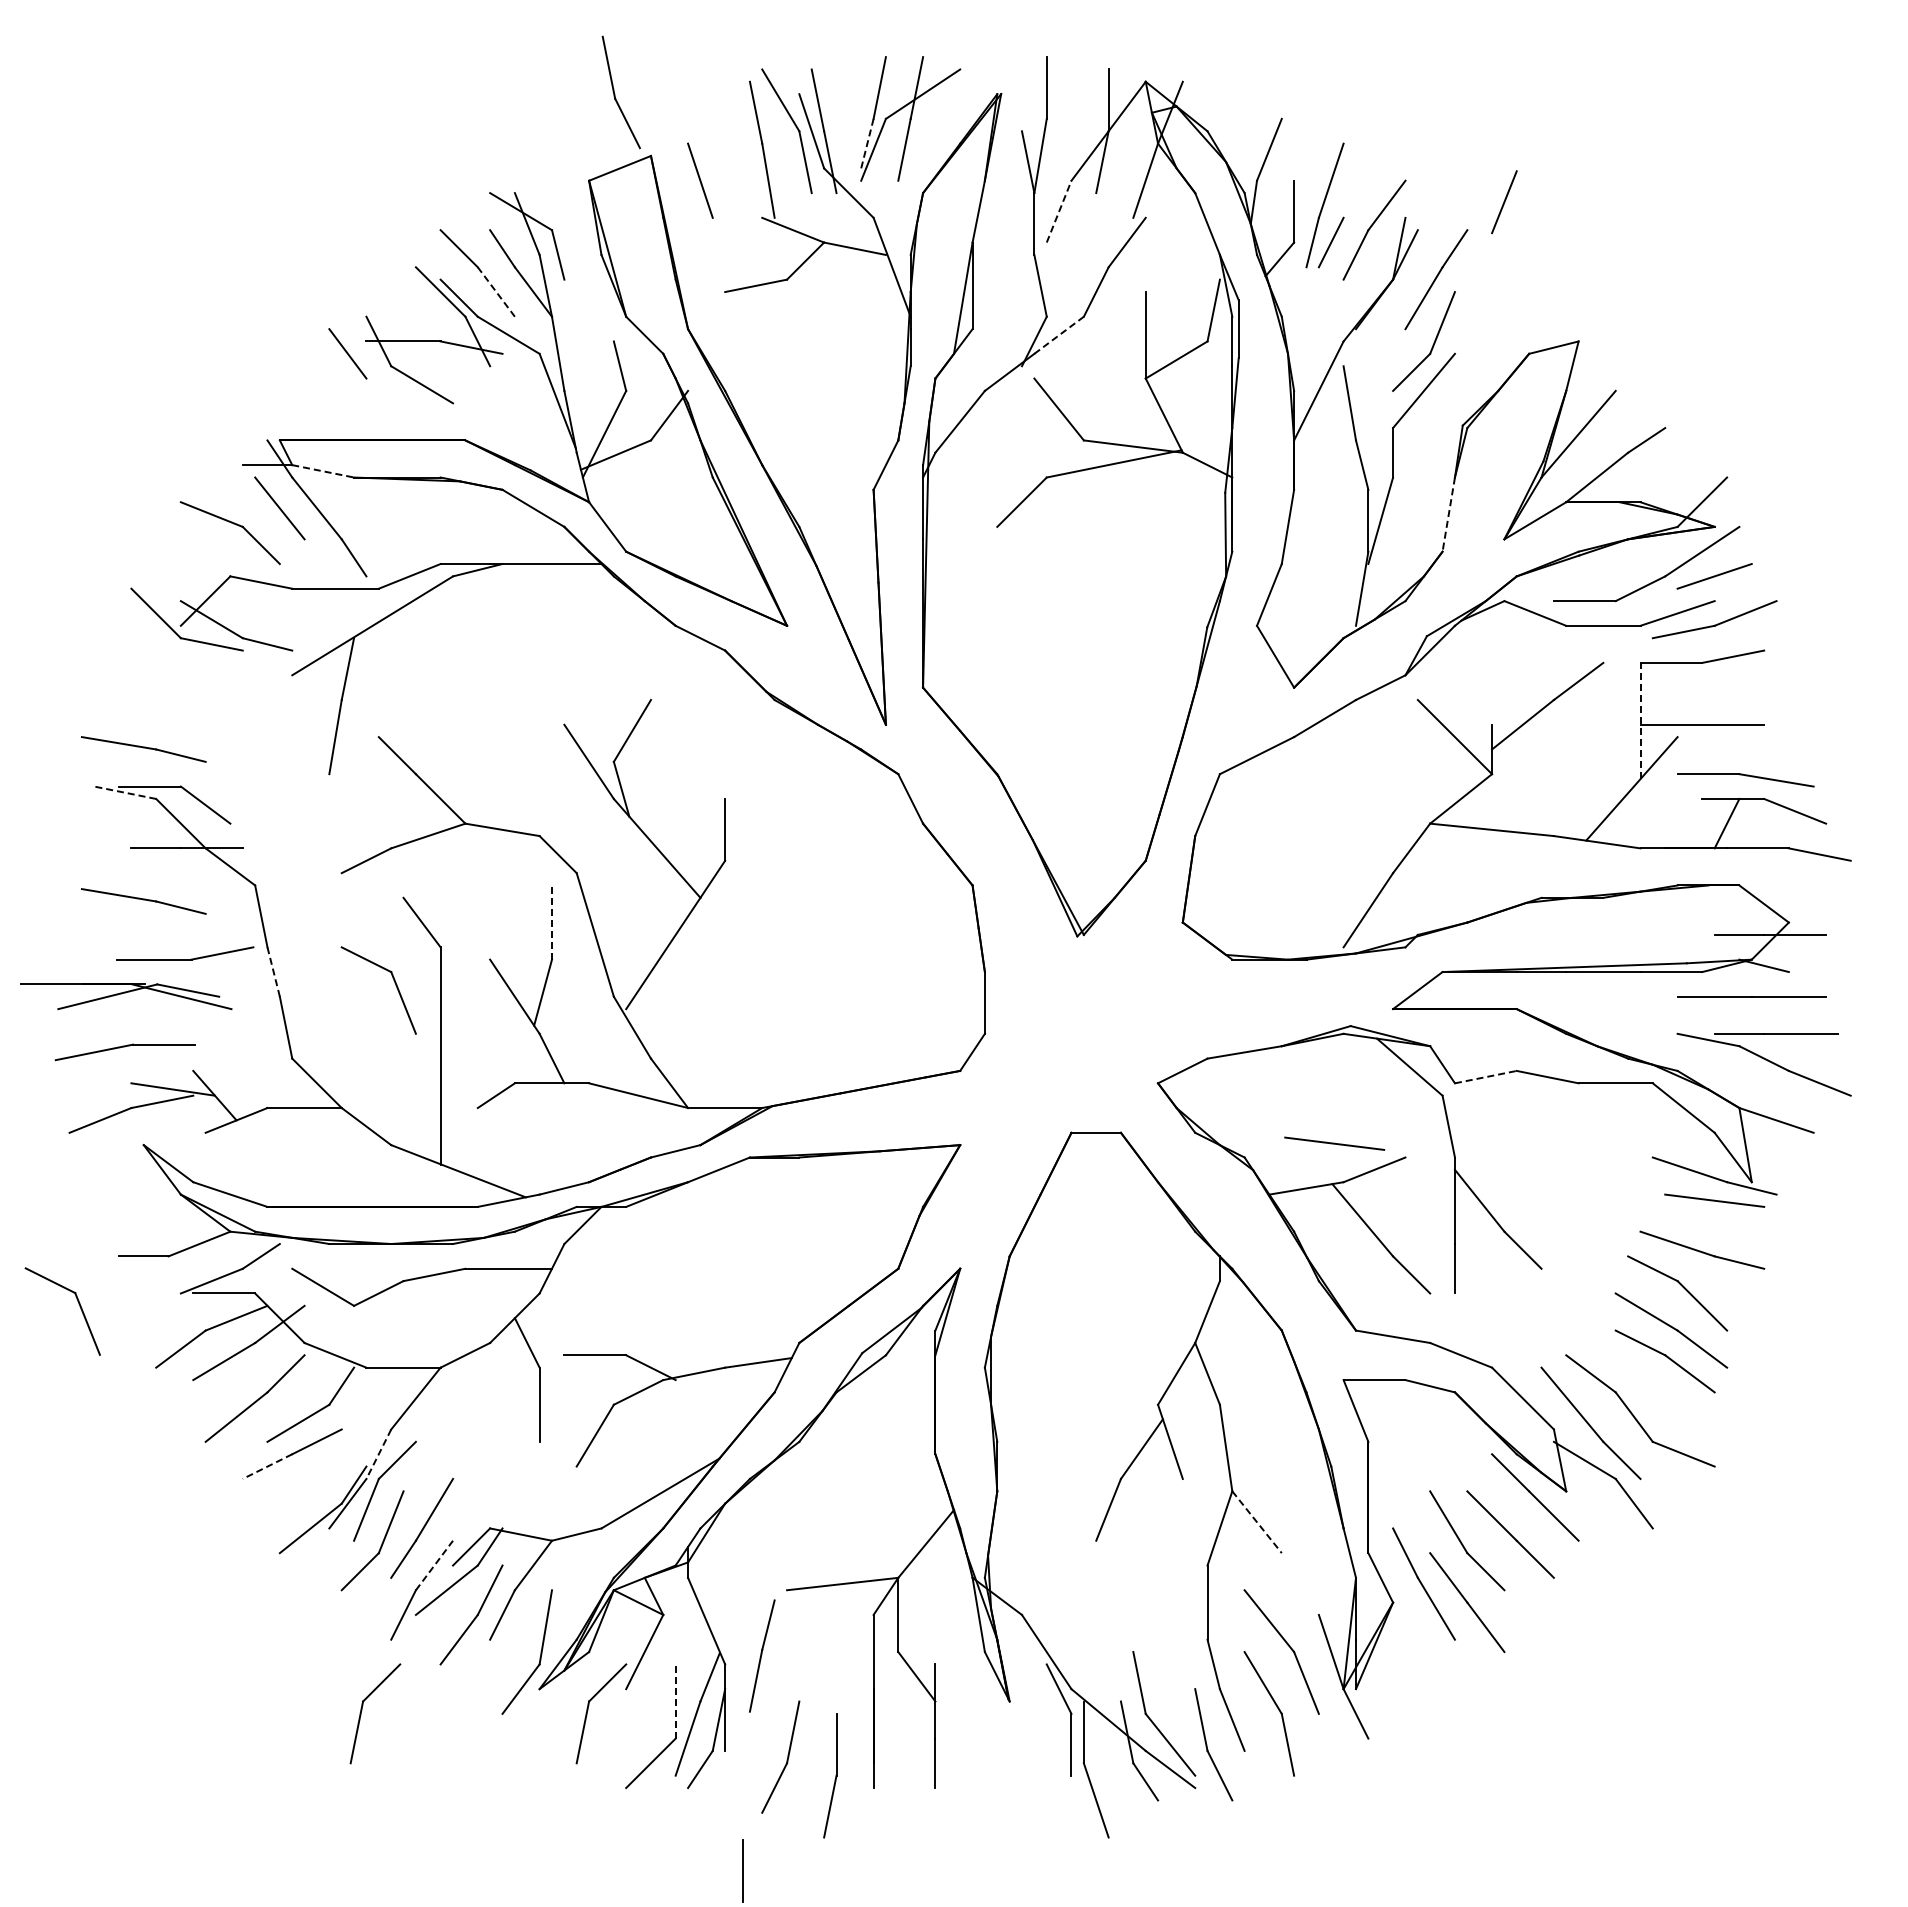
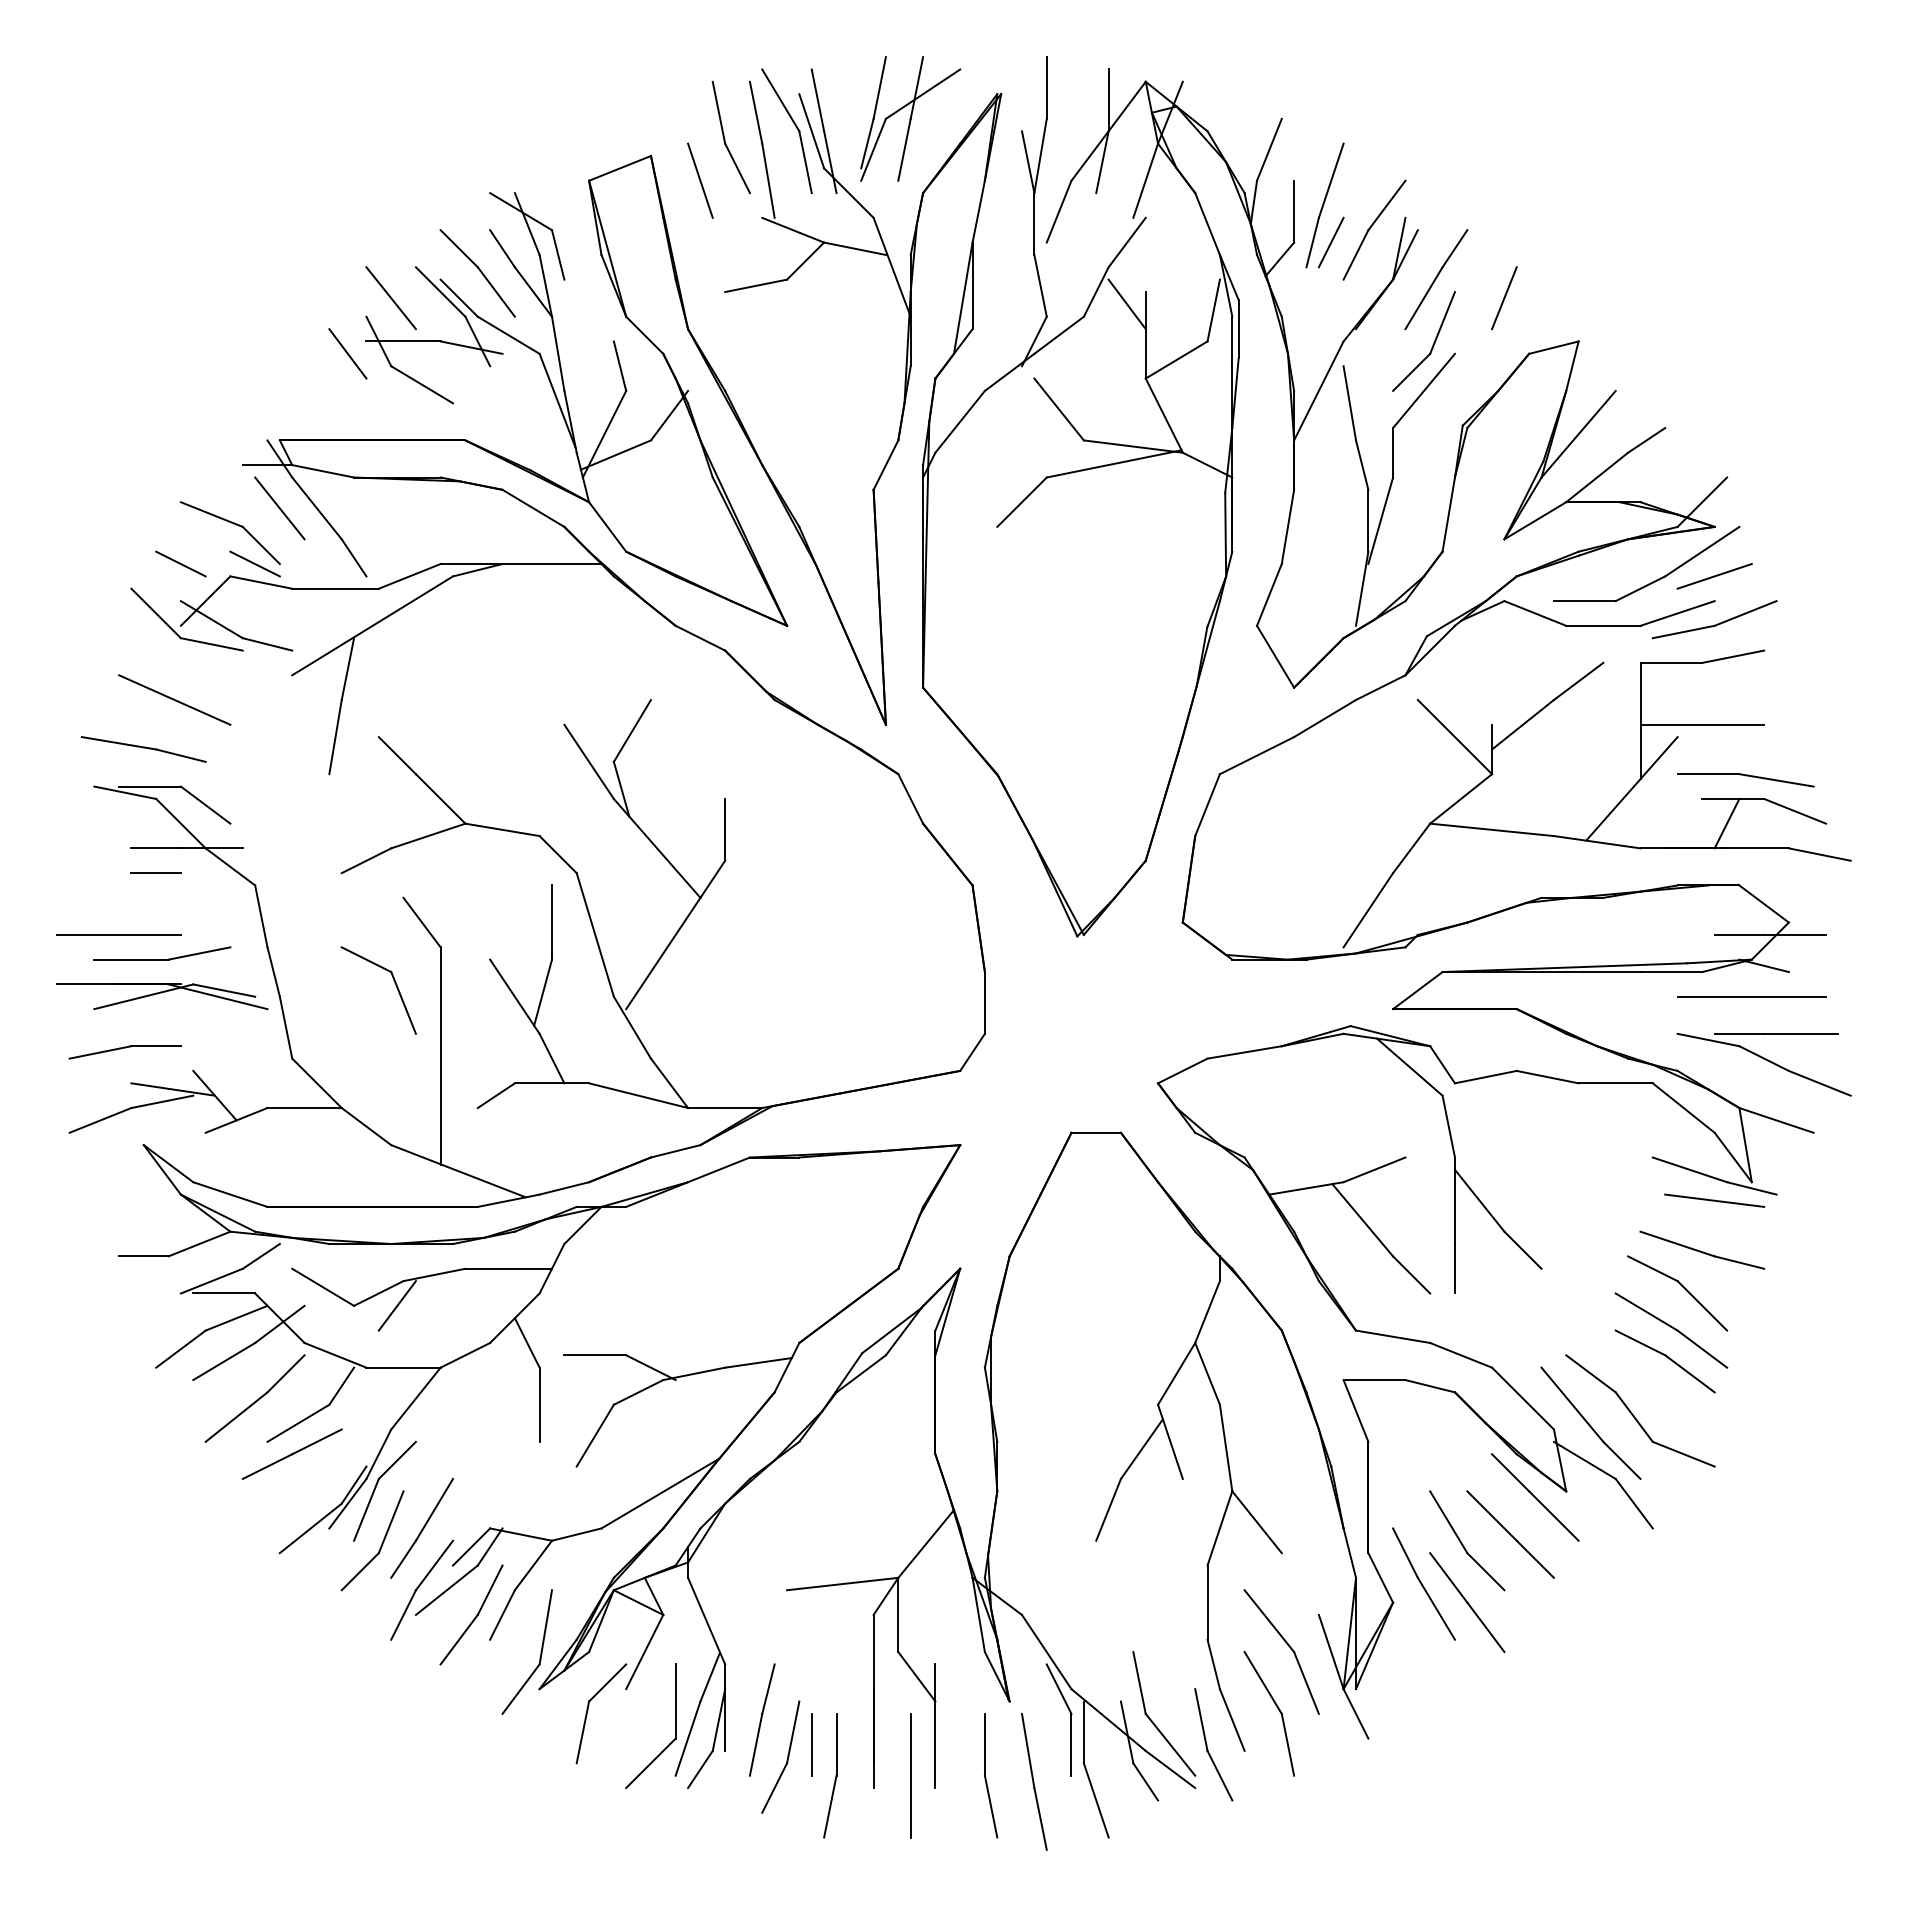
part at (620, 92) position: (620, 92) -> (730, 137)
line at (867, 143): dashed -> solid
line at (1504, 202) position: (1504, 202) -> (1504, 298)
line at (1059, 211): dashed -> solid
line at (496, 292): dashed -> solid
line at (390, 298): none -> present
line at (1126, 304): none -> present
line at (1059, 335): dashed -> solid
line at (323, 471): dashed -> solid
line at (1448, 514): dashed -> solid
line at (180, 563): none -> present
line at (254, 563): none -> present
line at (174, 699): none -> present
line at (1640, 720): dashed -> solid
line at (125, 792): dashed -> solid
line at (155, 873): none -> present
part at (143, 901): present -> none
line at (552, 922): dashed -> solid
line at (118, 934): none -> present
part at (185, 953) position: (185, 953) -> (162, 953)
line at (273, 971): dashed -> solid
part at (126, 996) position: (126, 996) -> (162, 996)
part at (124, 1052) size: 142x19 px -> 114x15 px
line at (1485, 1077): dashed -> solid
line at (1334, 1143): present -> none
part at (78, 1304): present -> none
line at (396, 1305): none -> present
line at (378, 1454): dashed -> solid
line at (267, 1466): dashed -> solid
line at (1257, 1522): dashed -> solid
line at (434, 1565): dashed -> solid
part at (762, 1655) position: (762, 1655) -> (762, 1719)
line at (675, 1701): dashed -> solid
part at (362, 1710): present -> none
line at (910, 1775): none -> present
part at (991, 1775): none -> present
part at (1034, 1781): none -> present
line at (742, 1870) position: (742, 1870) -> (811, 1744)
